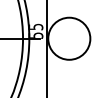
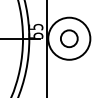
circle at (69, 38): none -> present
